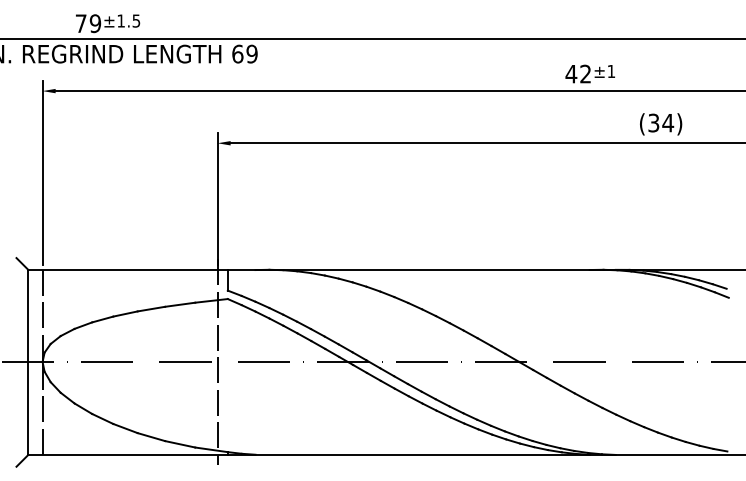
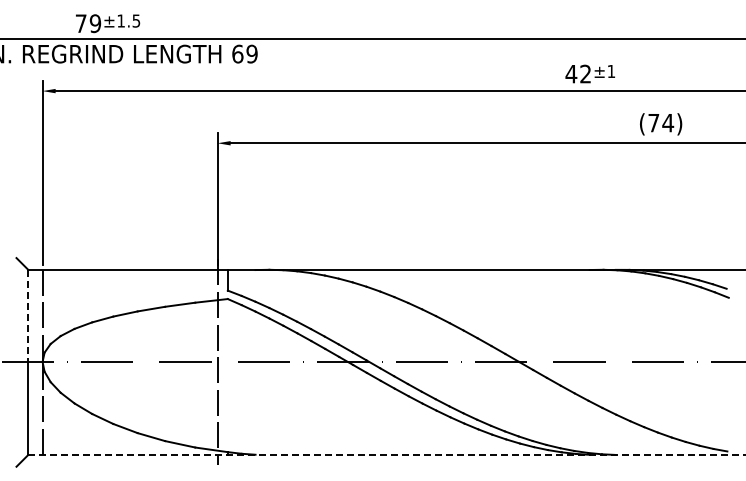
text at (653, 122): (34) -> (74)
line at (28, 316): solid -> dashed
line at (387, 455): solid -> dashed
